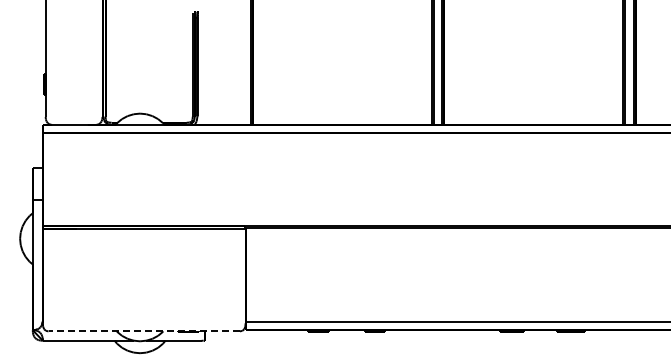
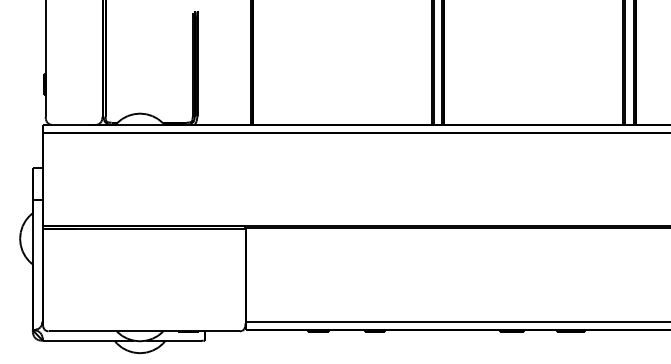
line at (144, 331): dashed -> solid
